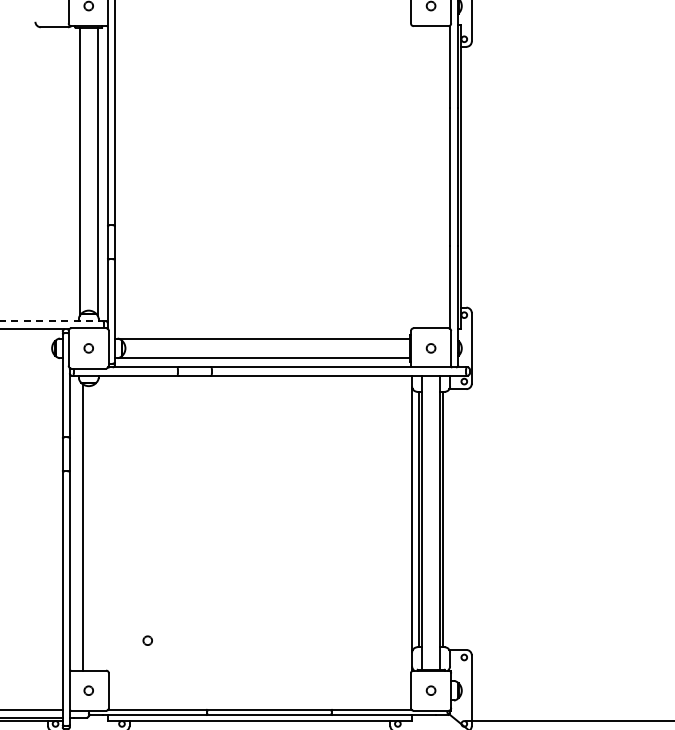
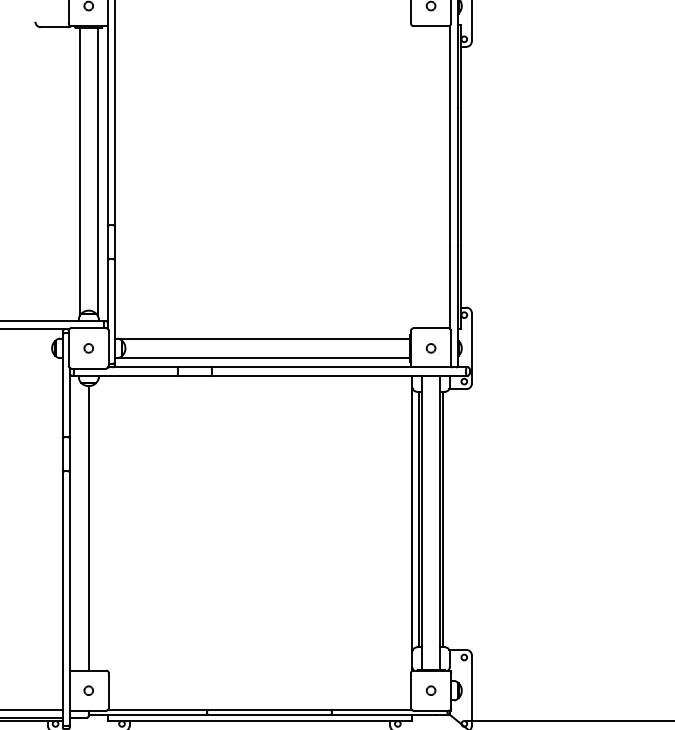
line at (52, 321): dashed -> solid
line at (82, 528) position: (82, 528) -> (88, 528)
part at (147, 640): present -> none
